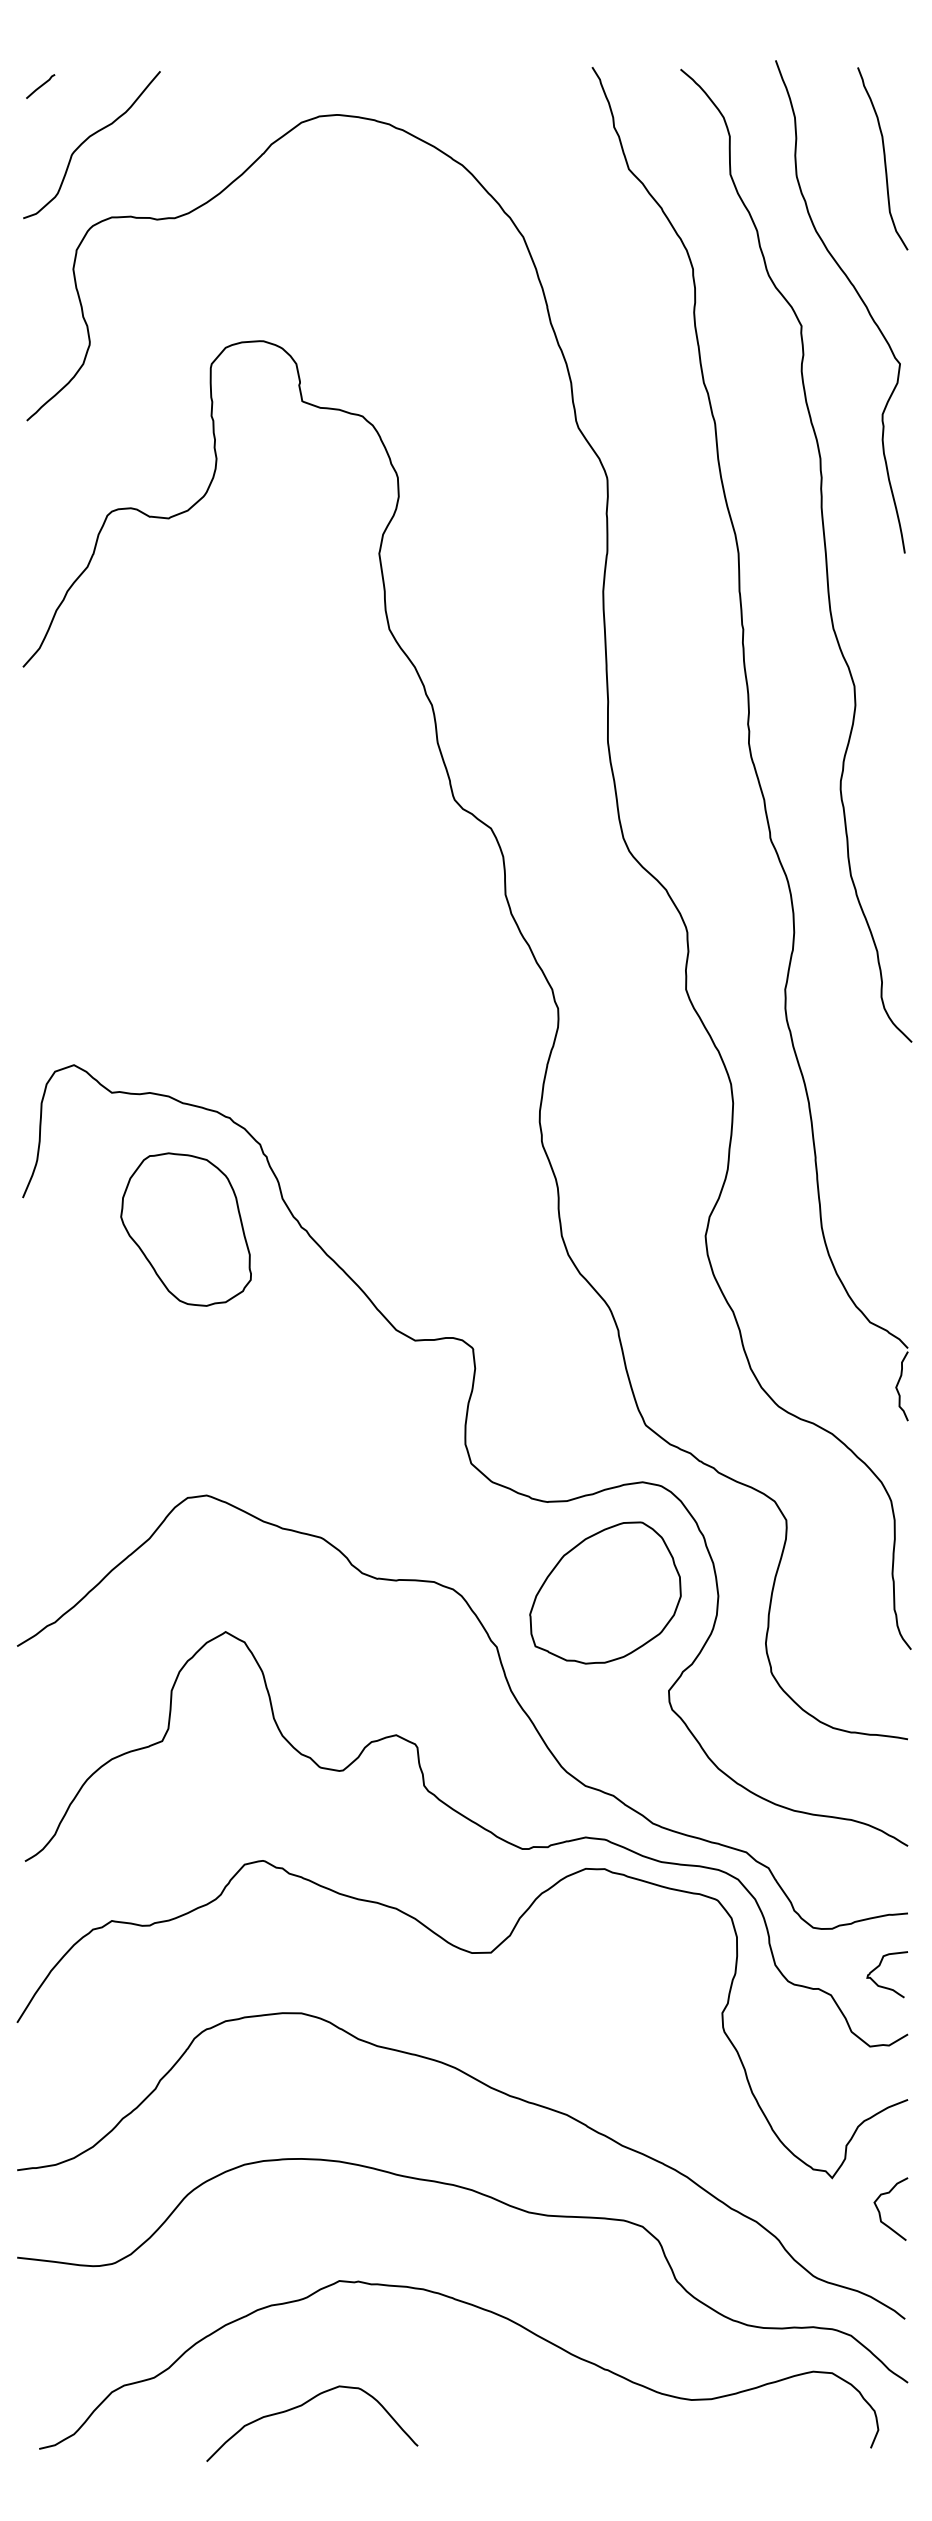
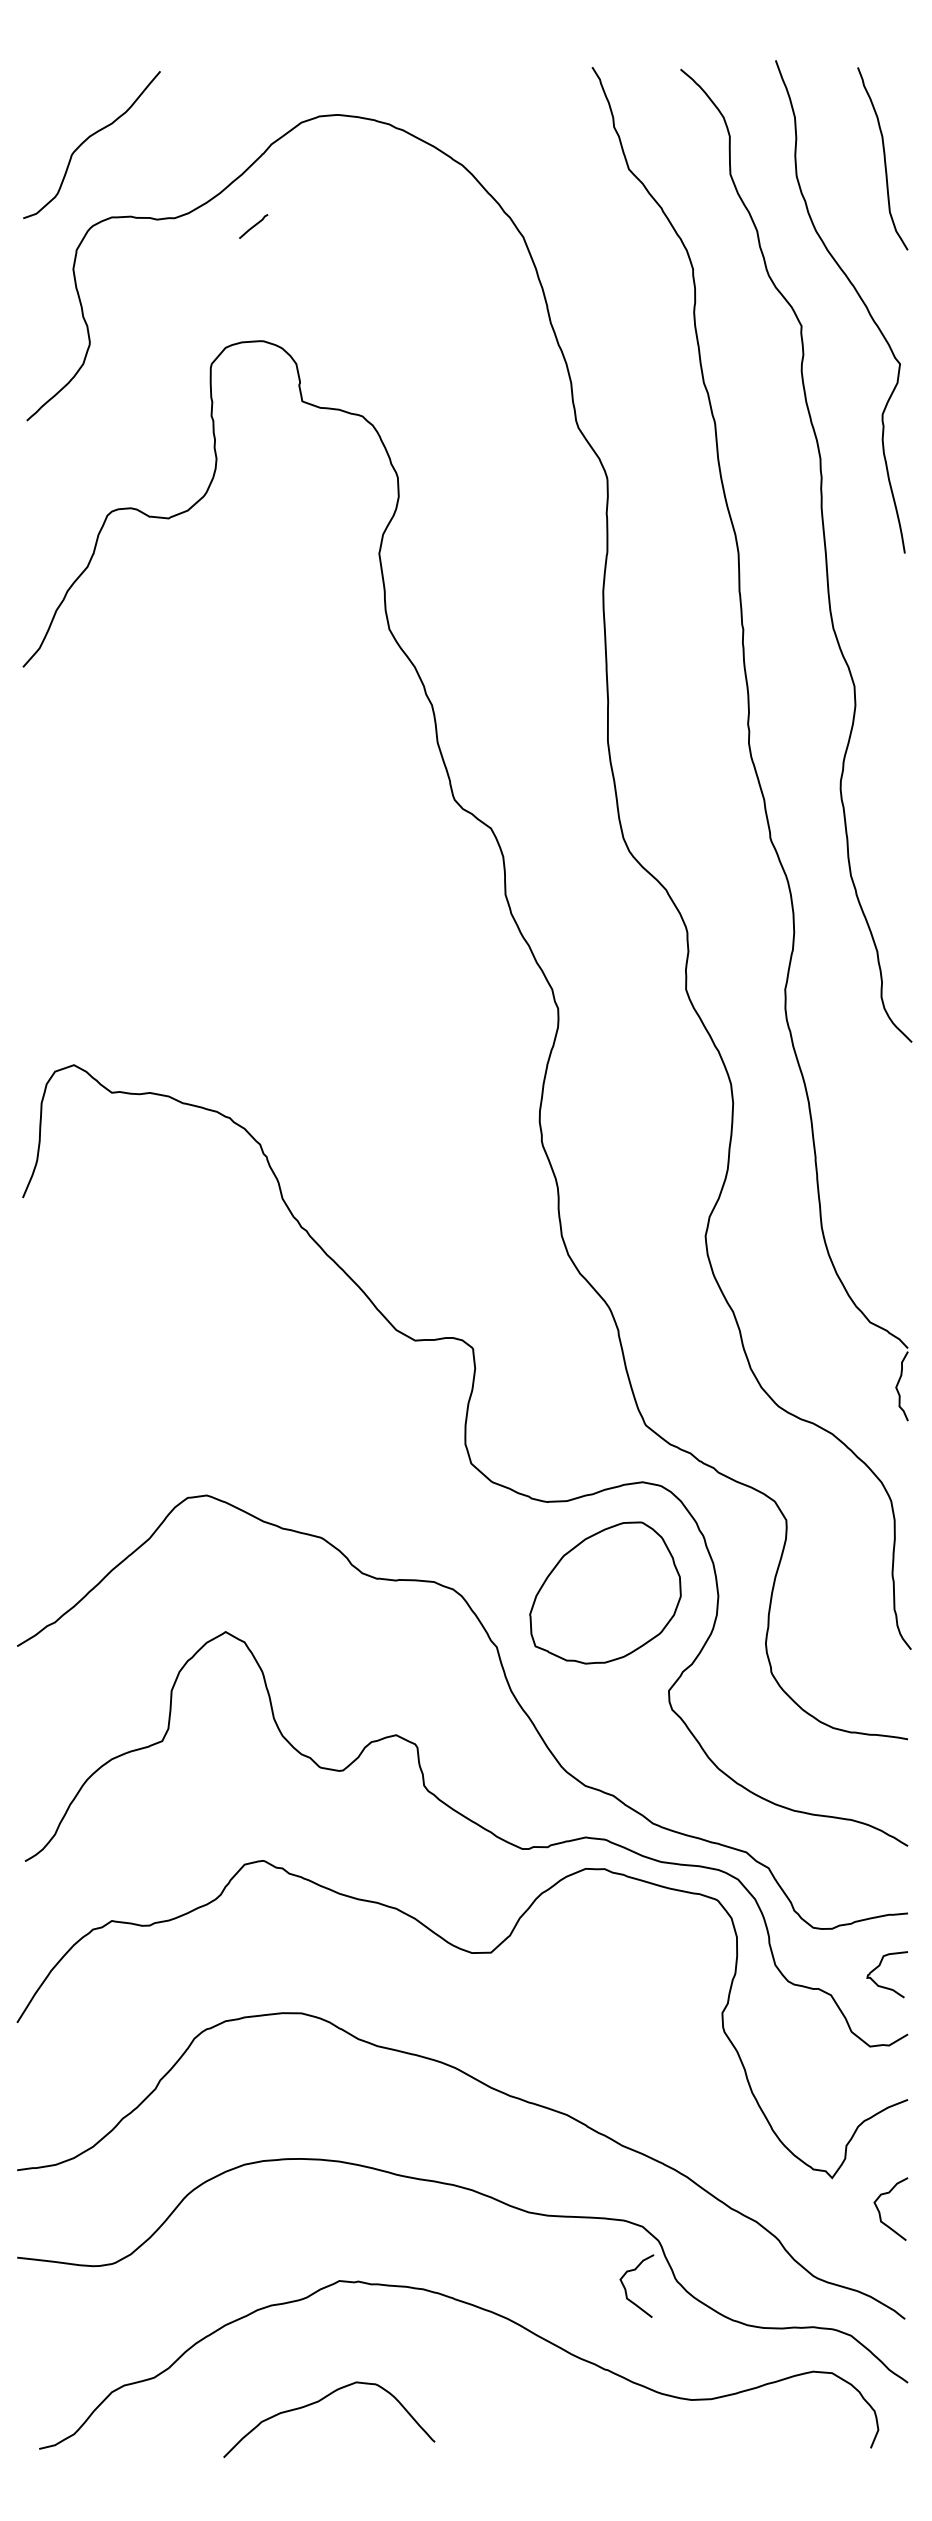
line at (40, 86) position: (40, 86) -> (253, 226)
part at (185, 1229): present -> none
curve at (626, 2289): none -> present
curve at (303, 2405) position: (303, 2405) -> (320, 2401)
